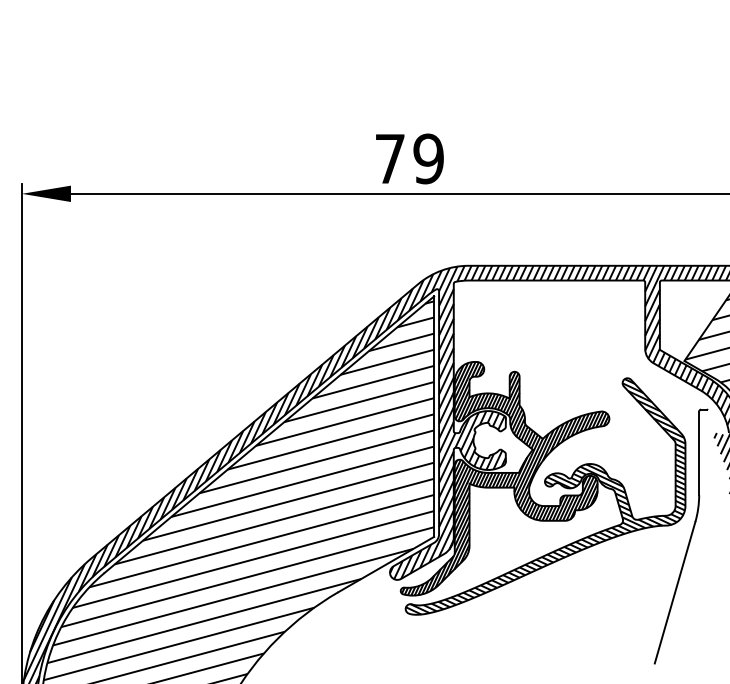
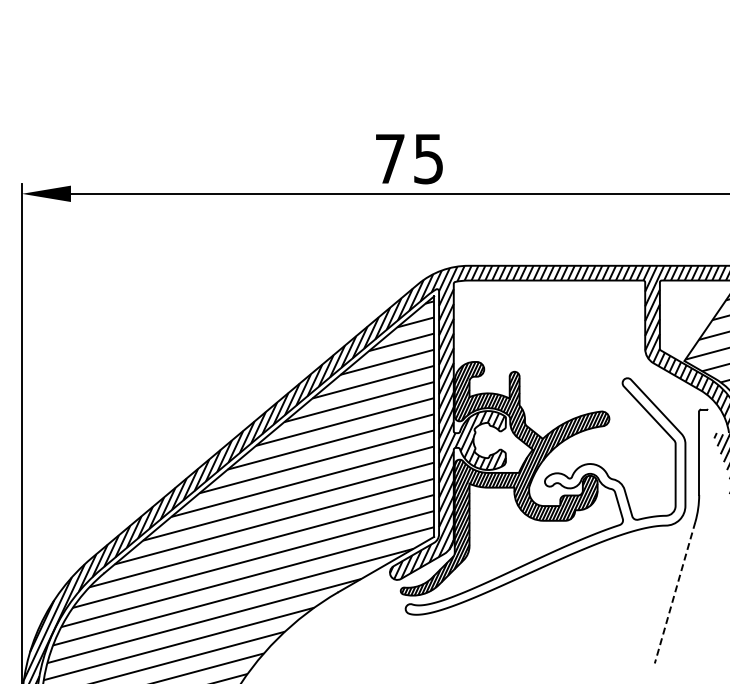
text at (428, 158): 79 -> 75
hatch at (545, 496): present -> none
line at (675, 592): solid -> dashed
